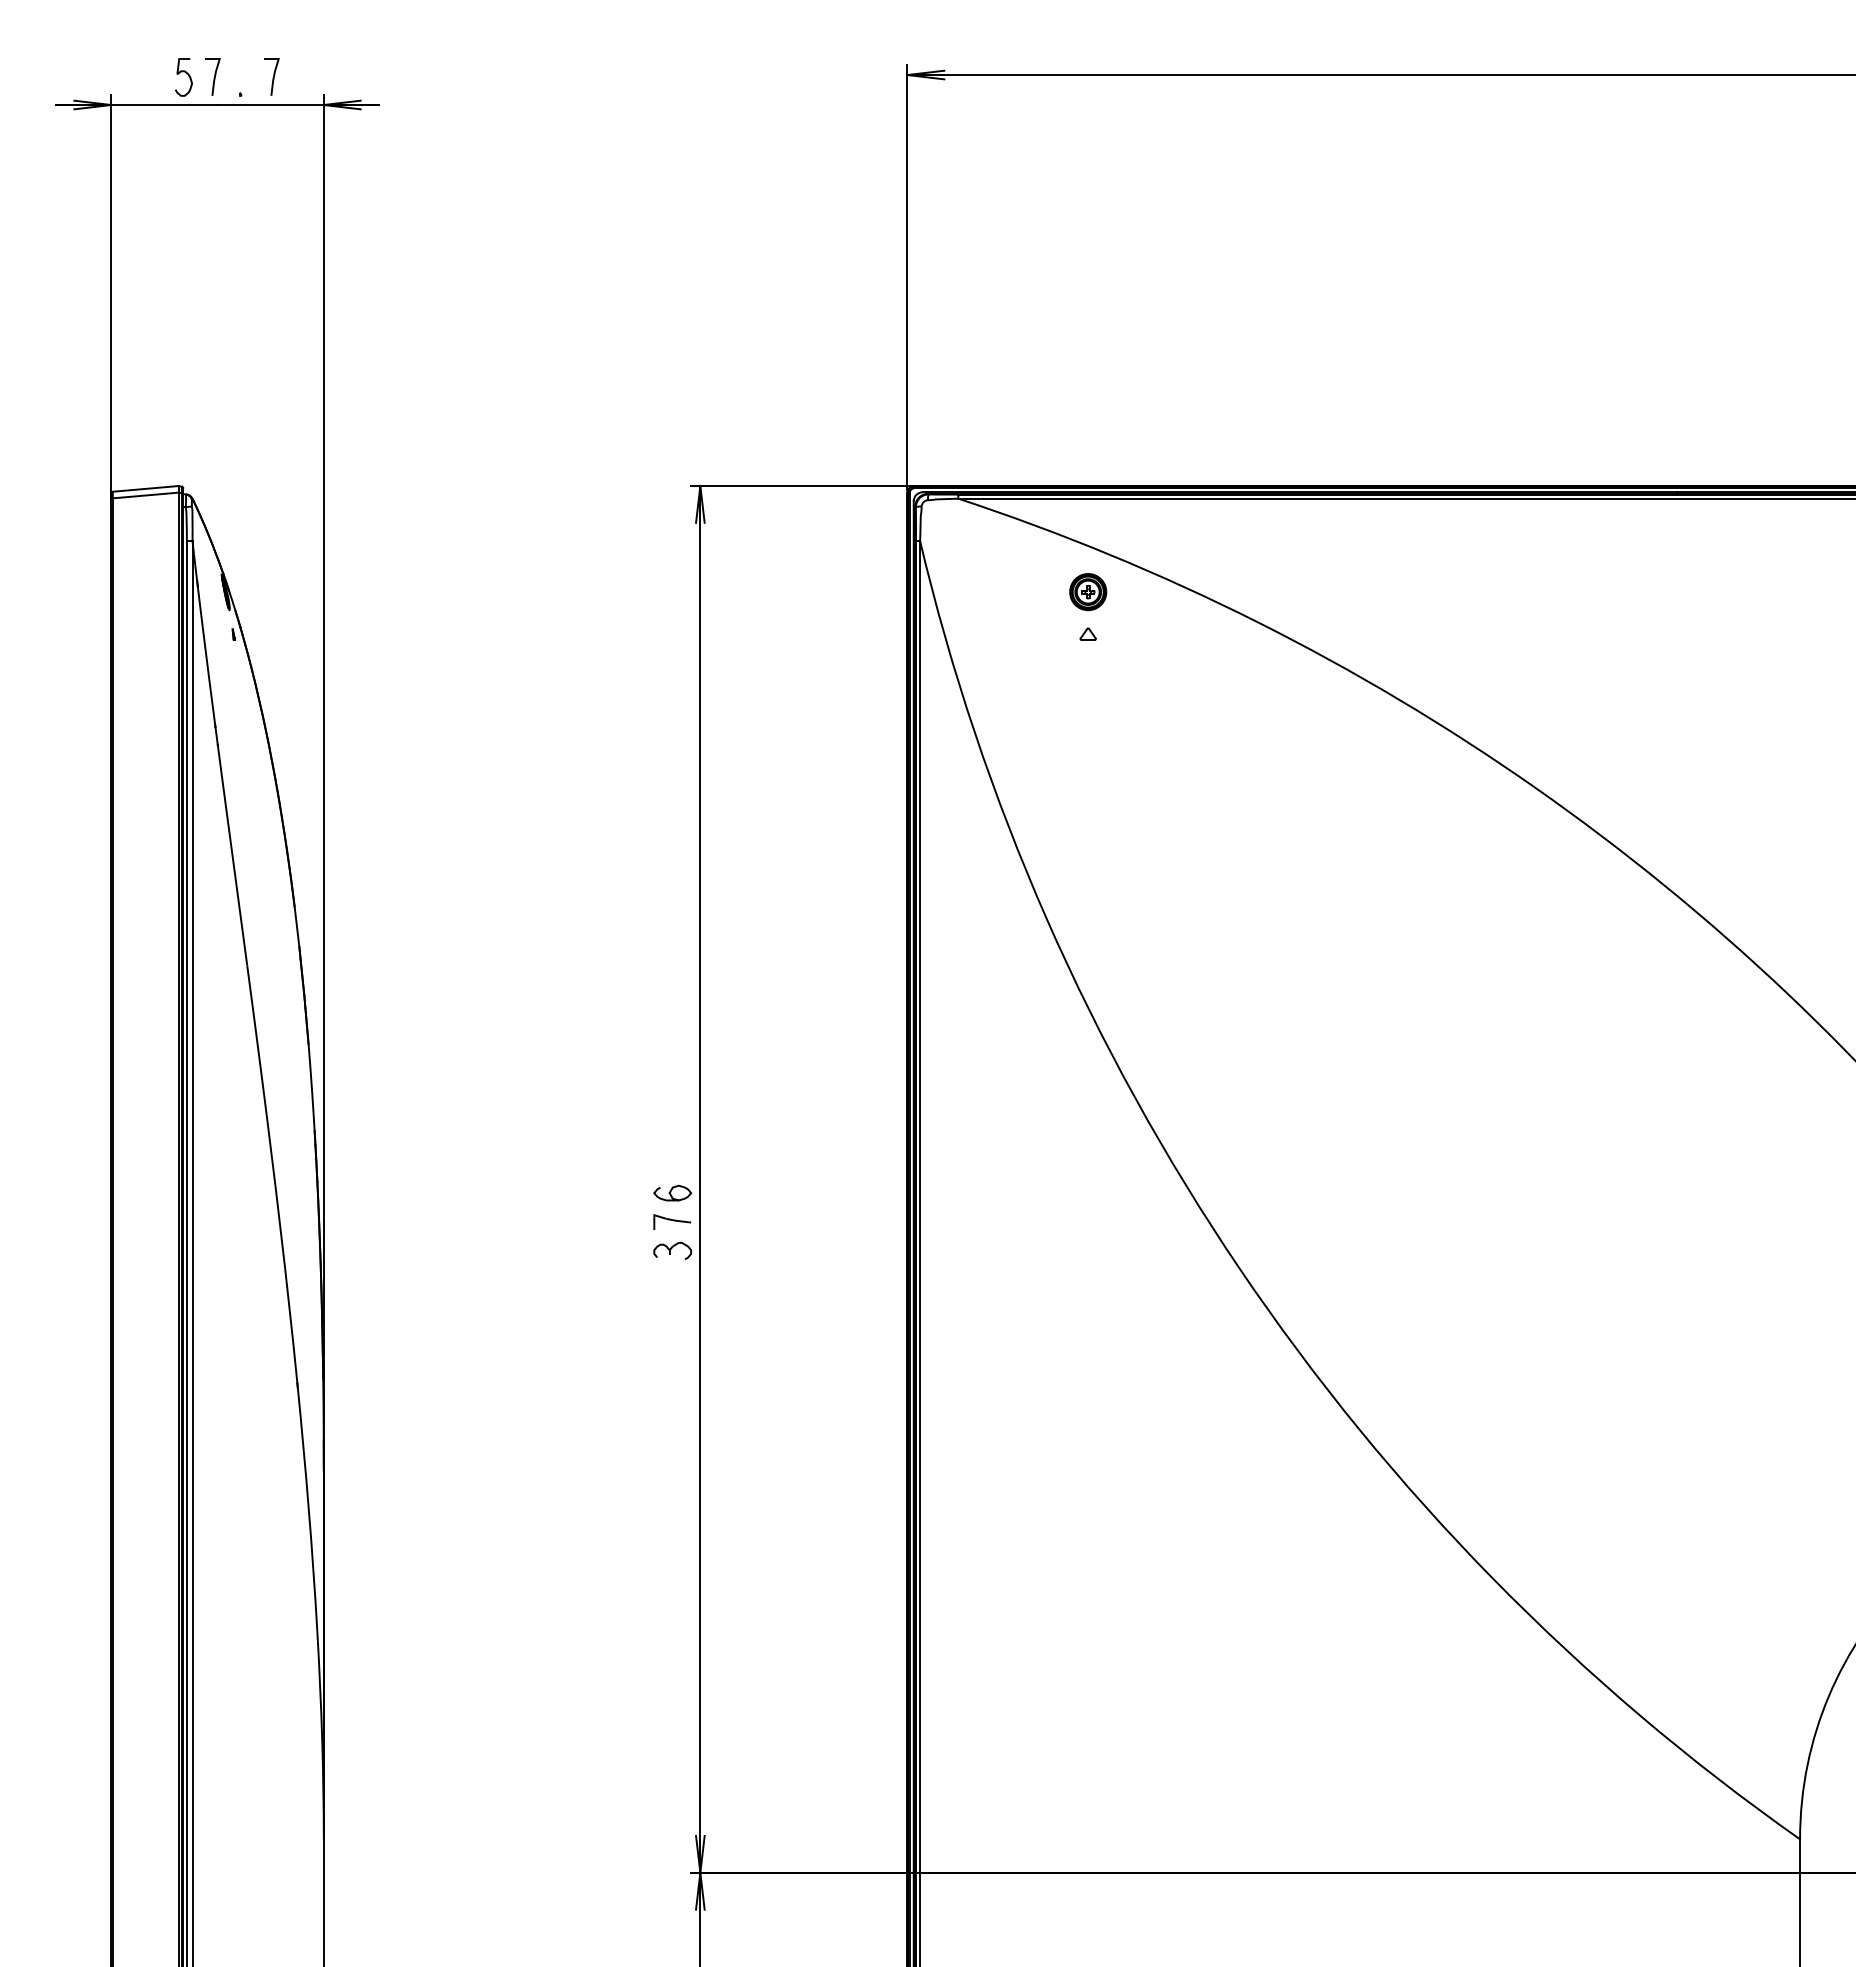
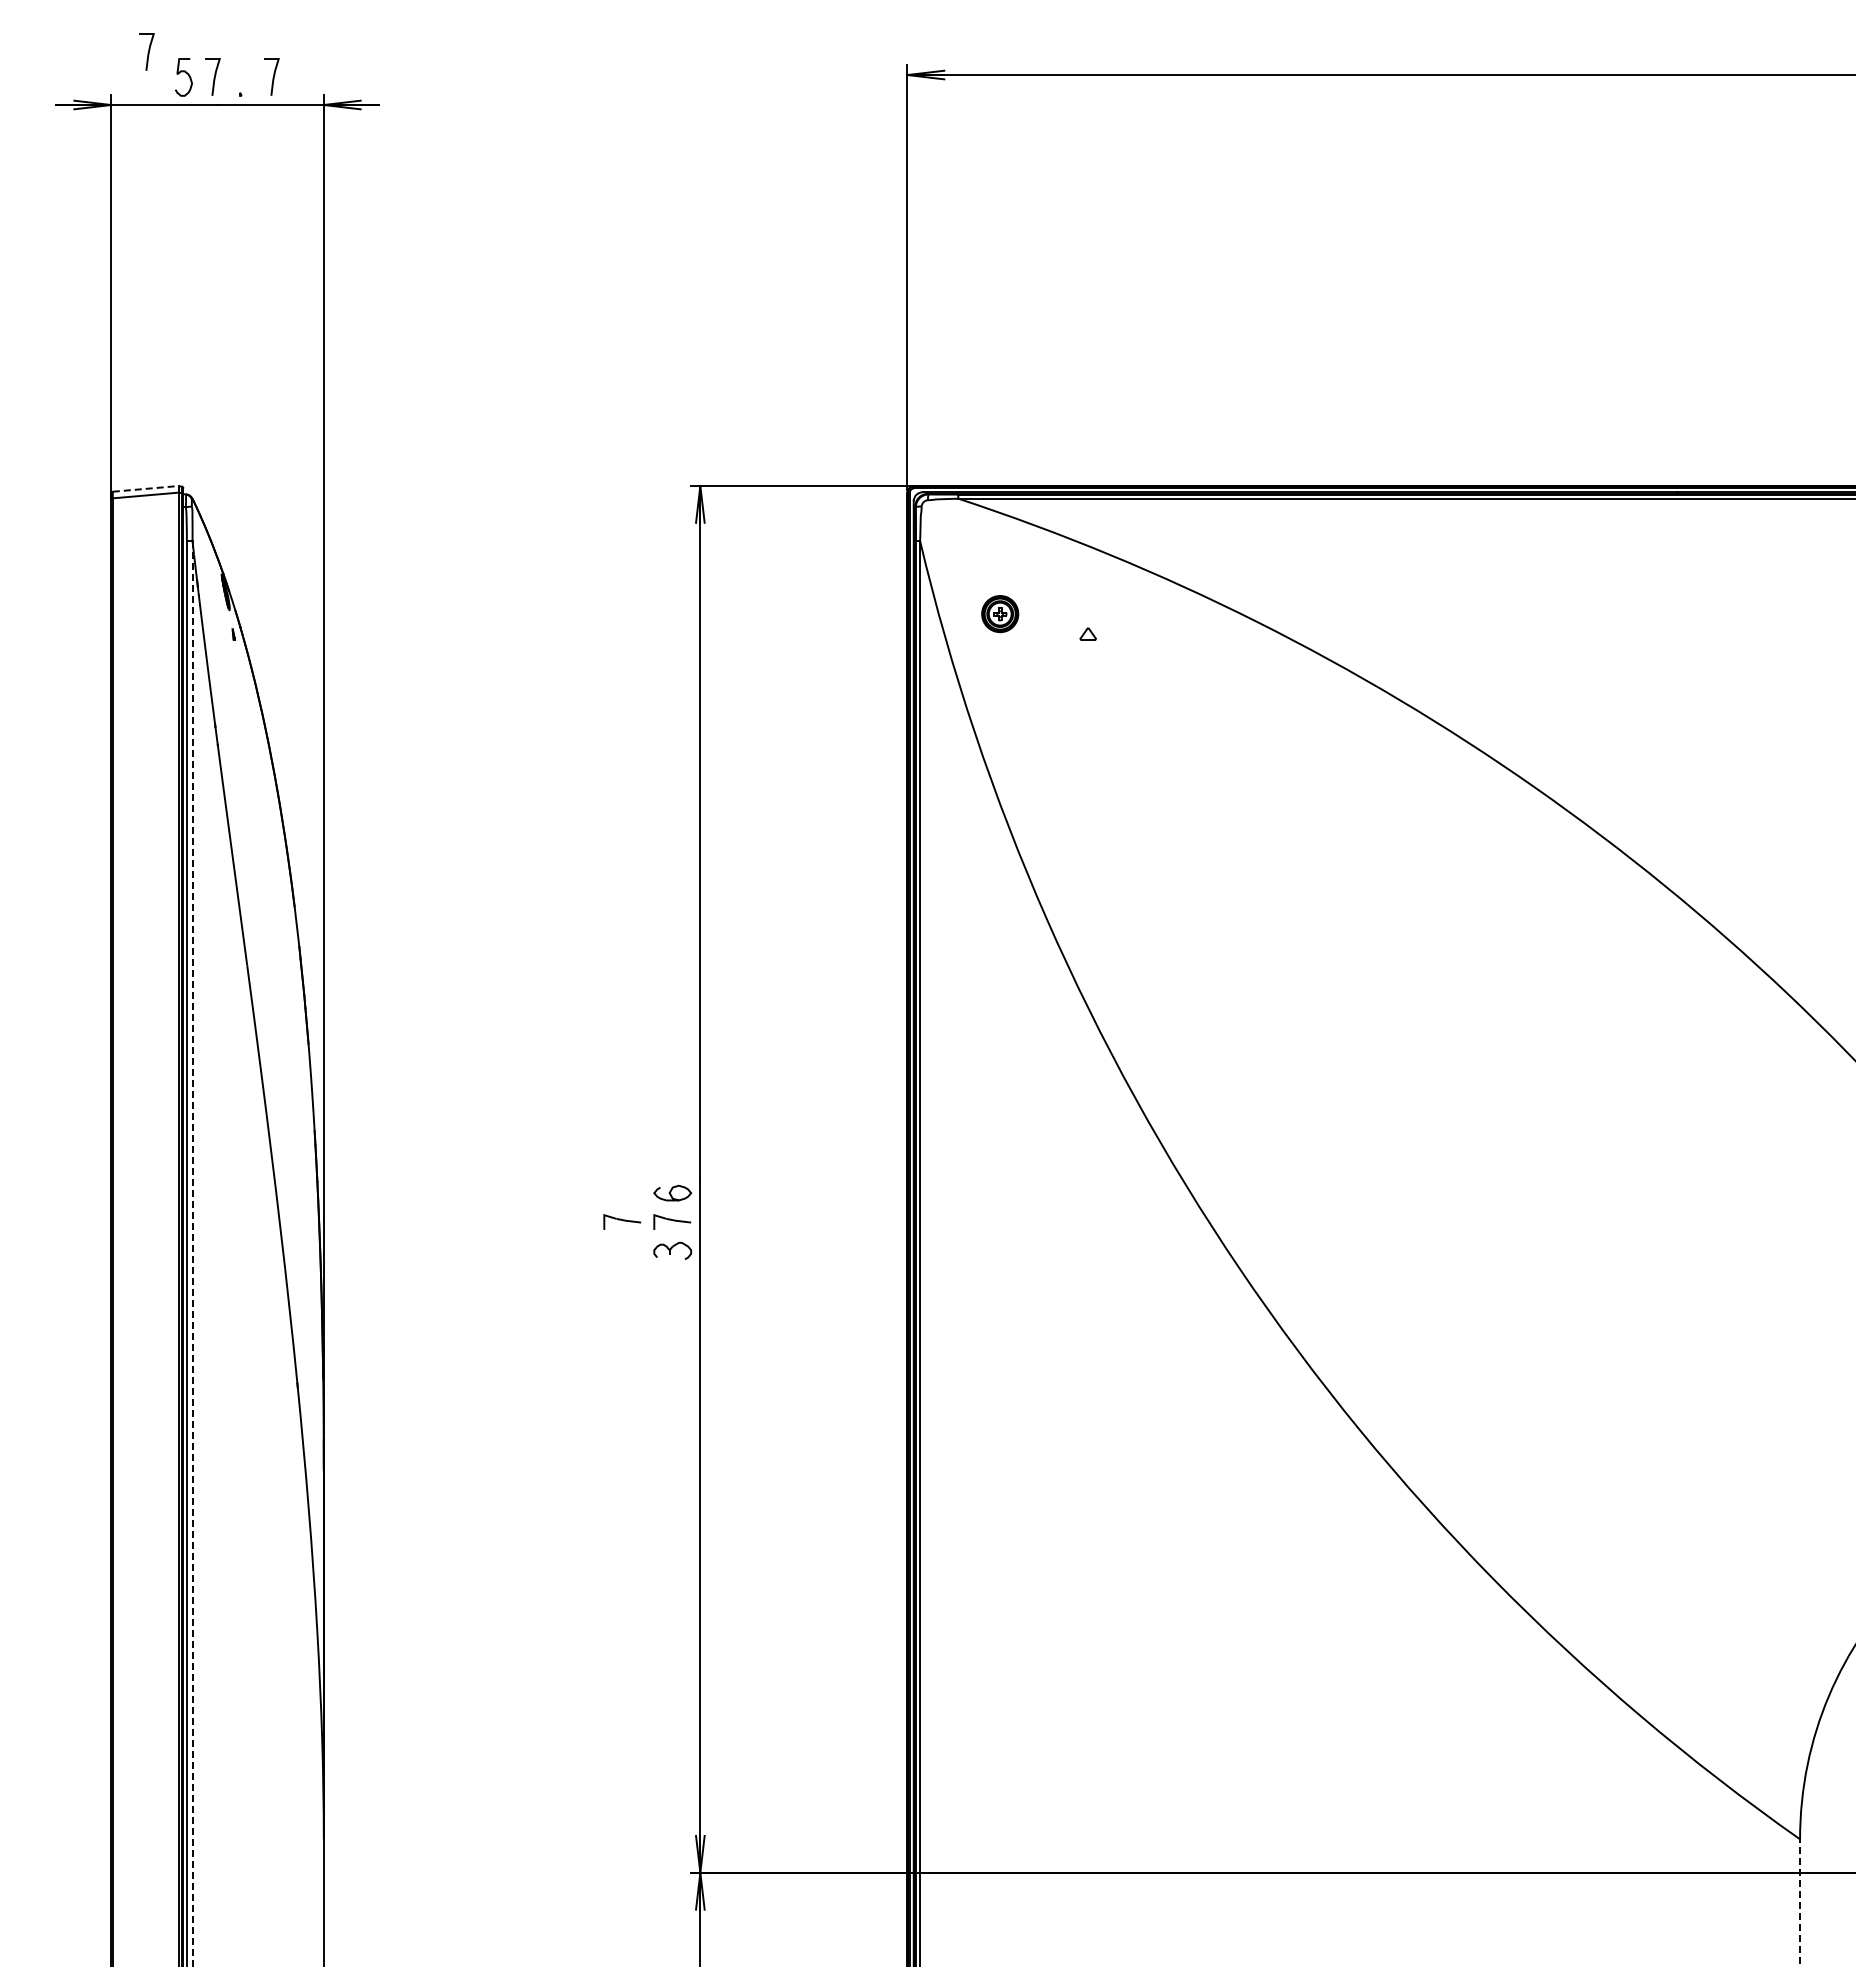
curve at (147, 52): none -> present
line at (146, 488): solid -> dashed
part at (1088, 592) position: (1088, 592) -> (1000, 614)
part at (622, 1221): none -> present
line at (192, 1254): solid -> dashed
line at (1800, 1902): solid -> dashed
